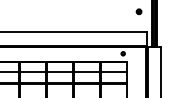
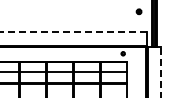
line at (73, 32): solid -> dashed
line at (161, 71): solid -> dashed
